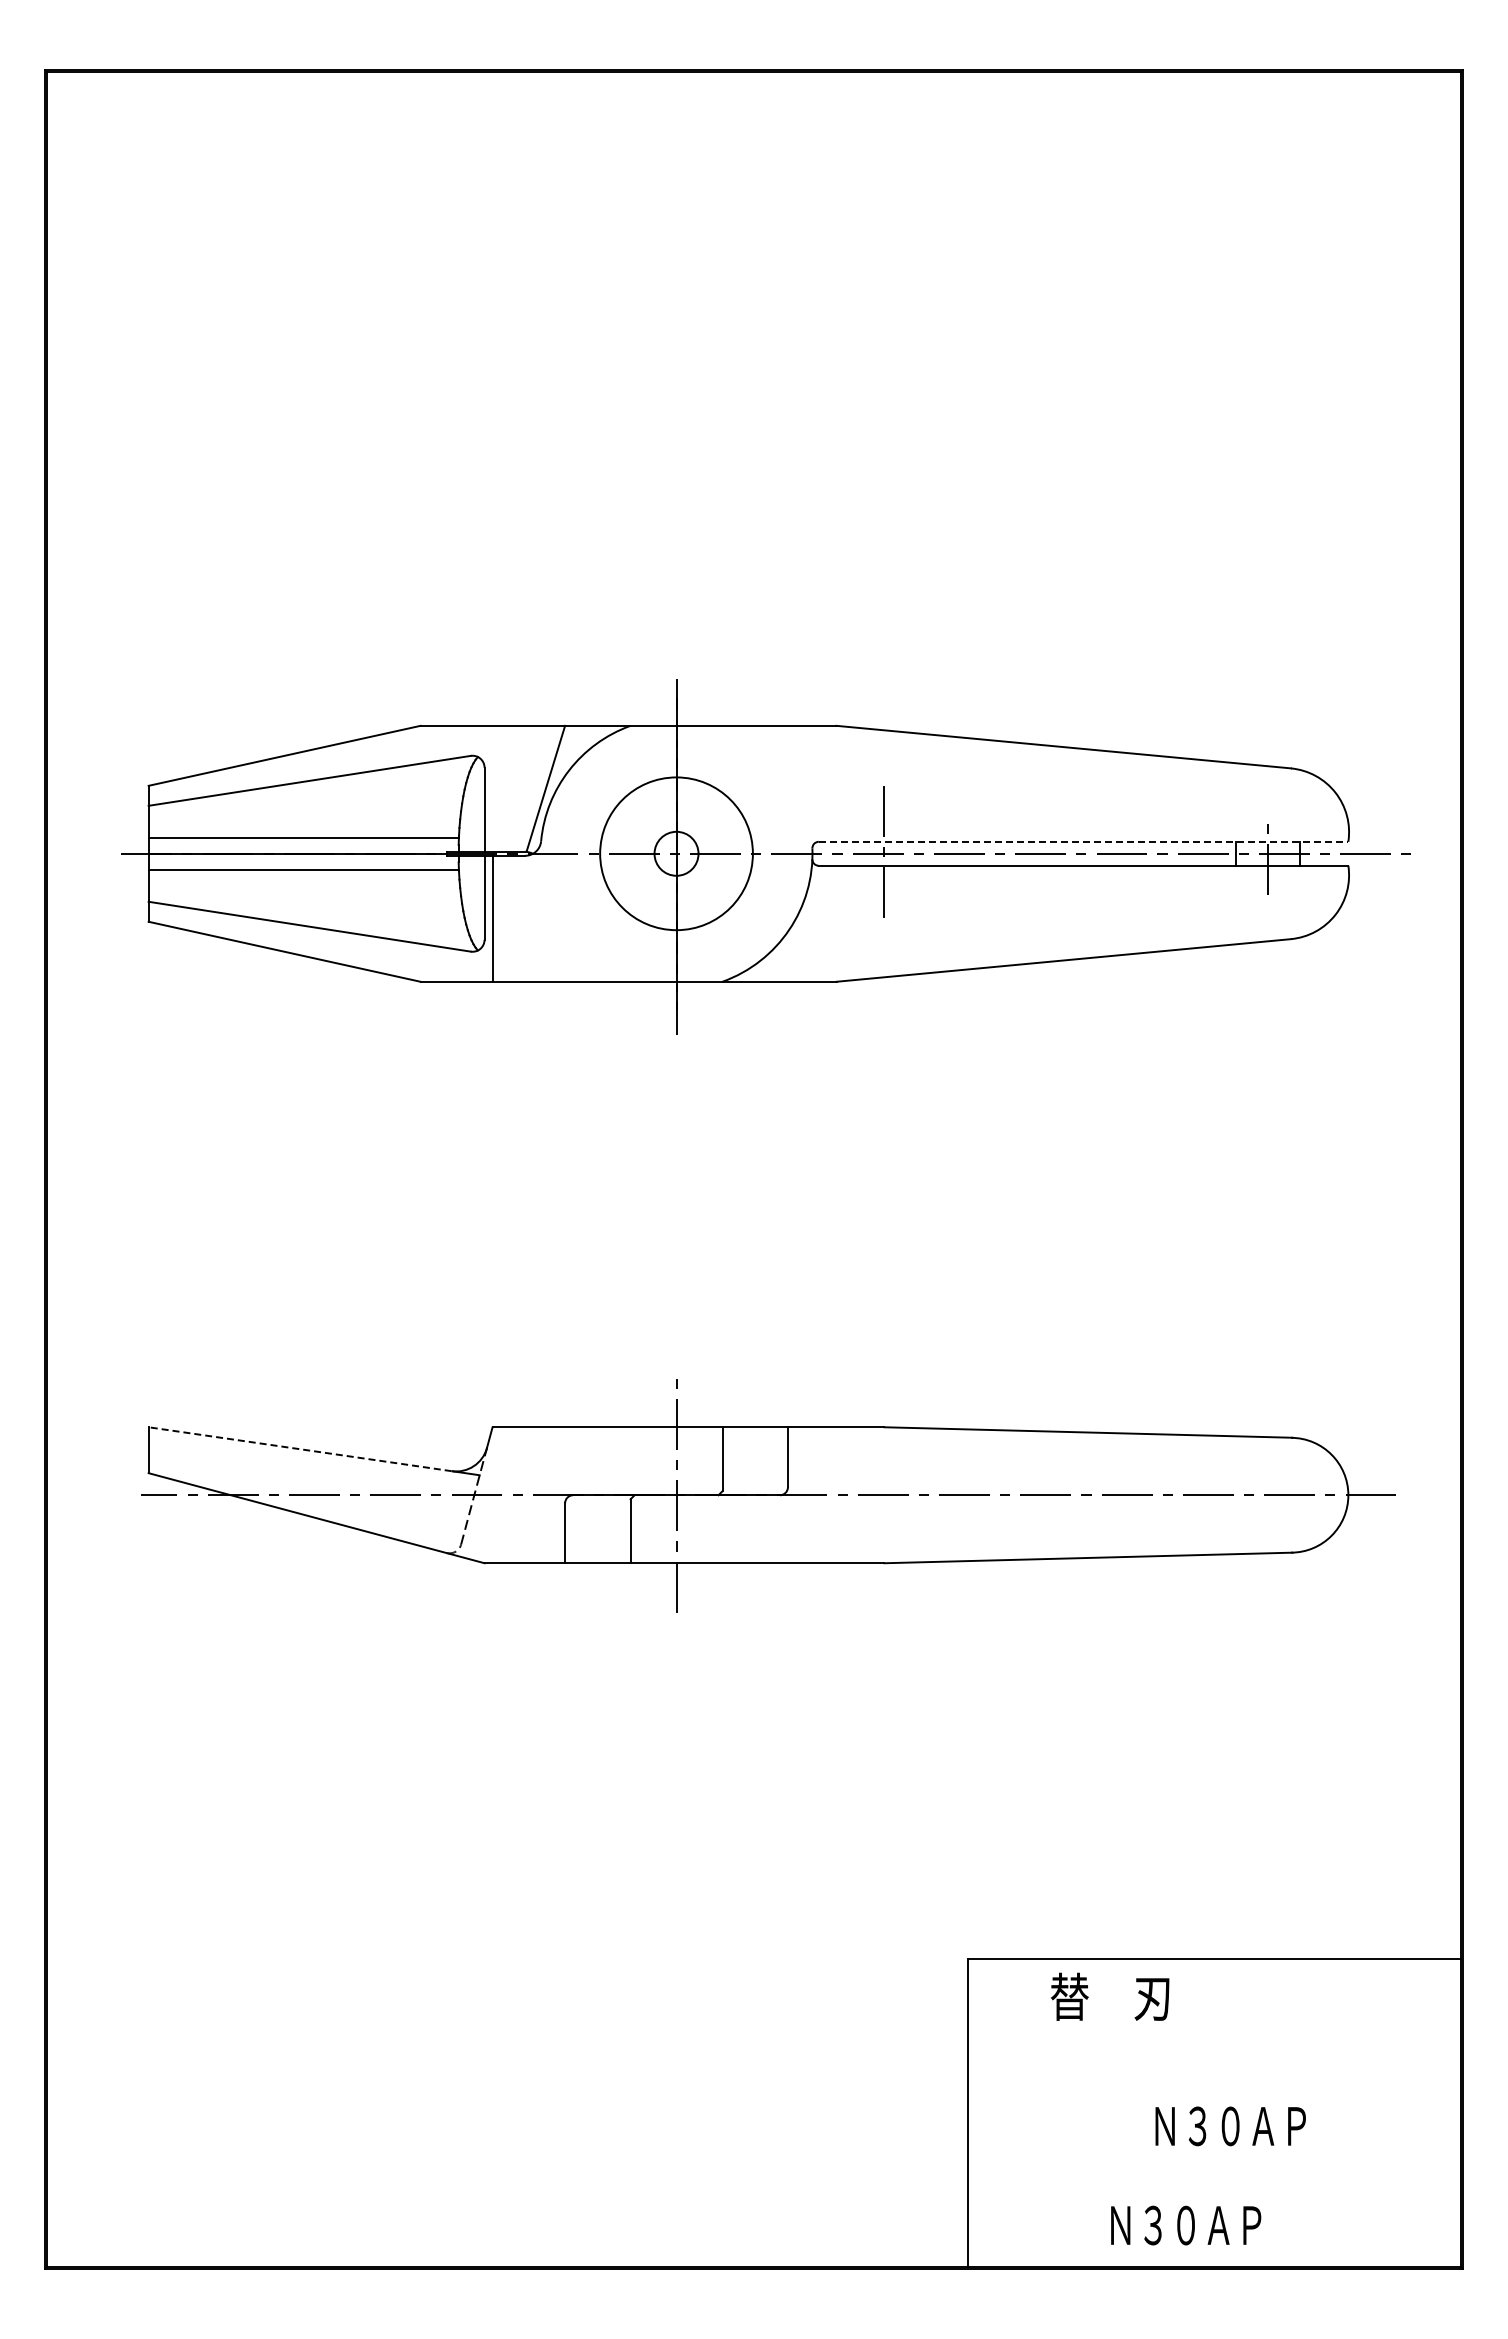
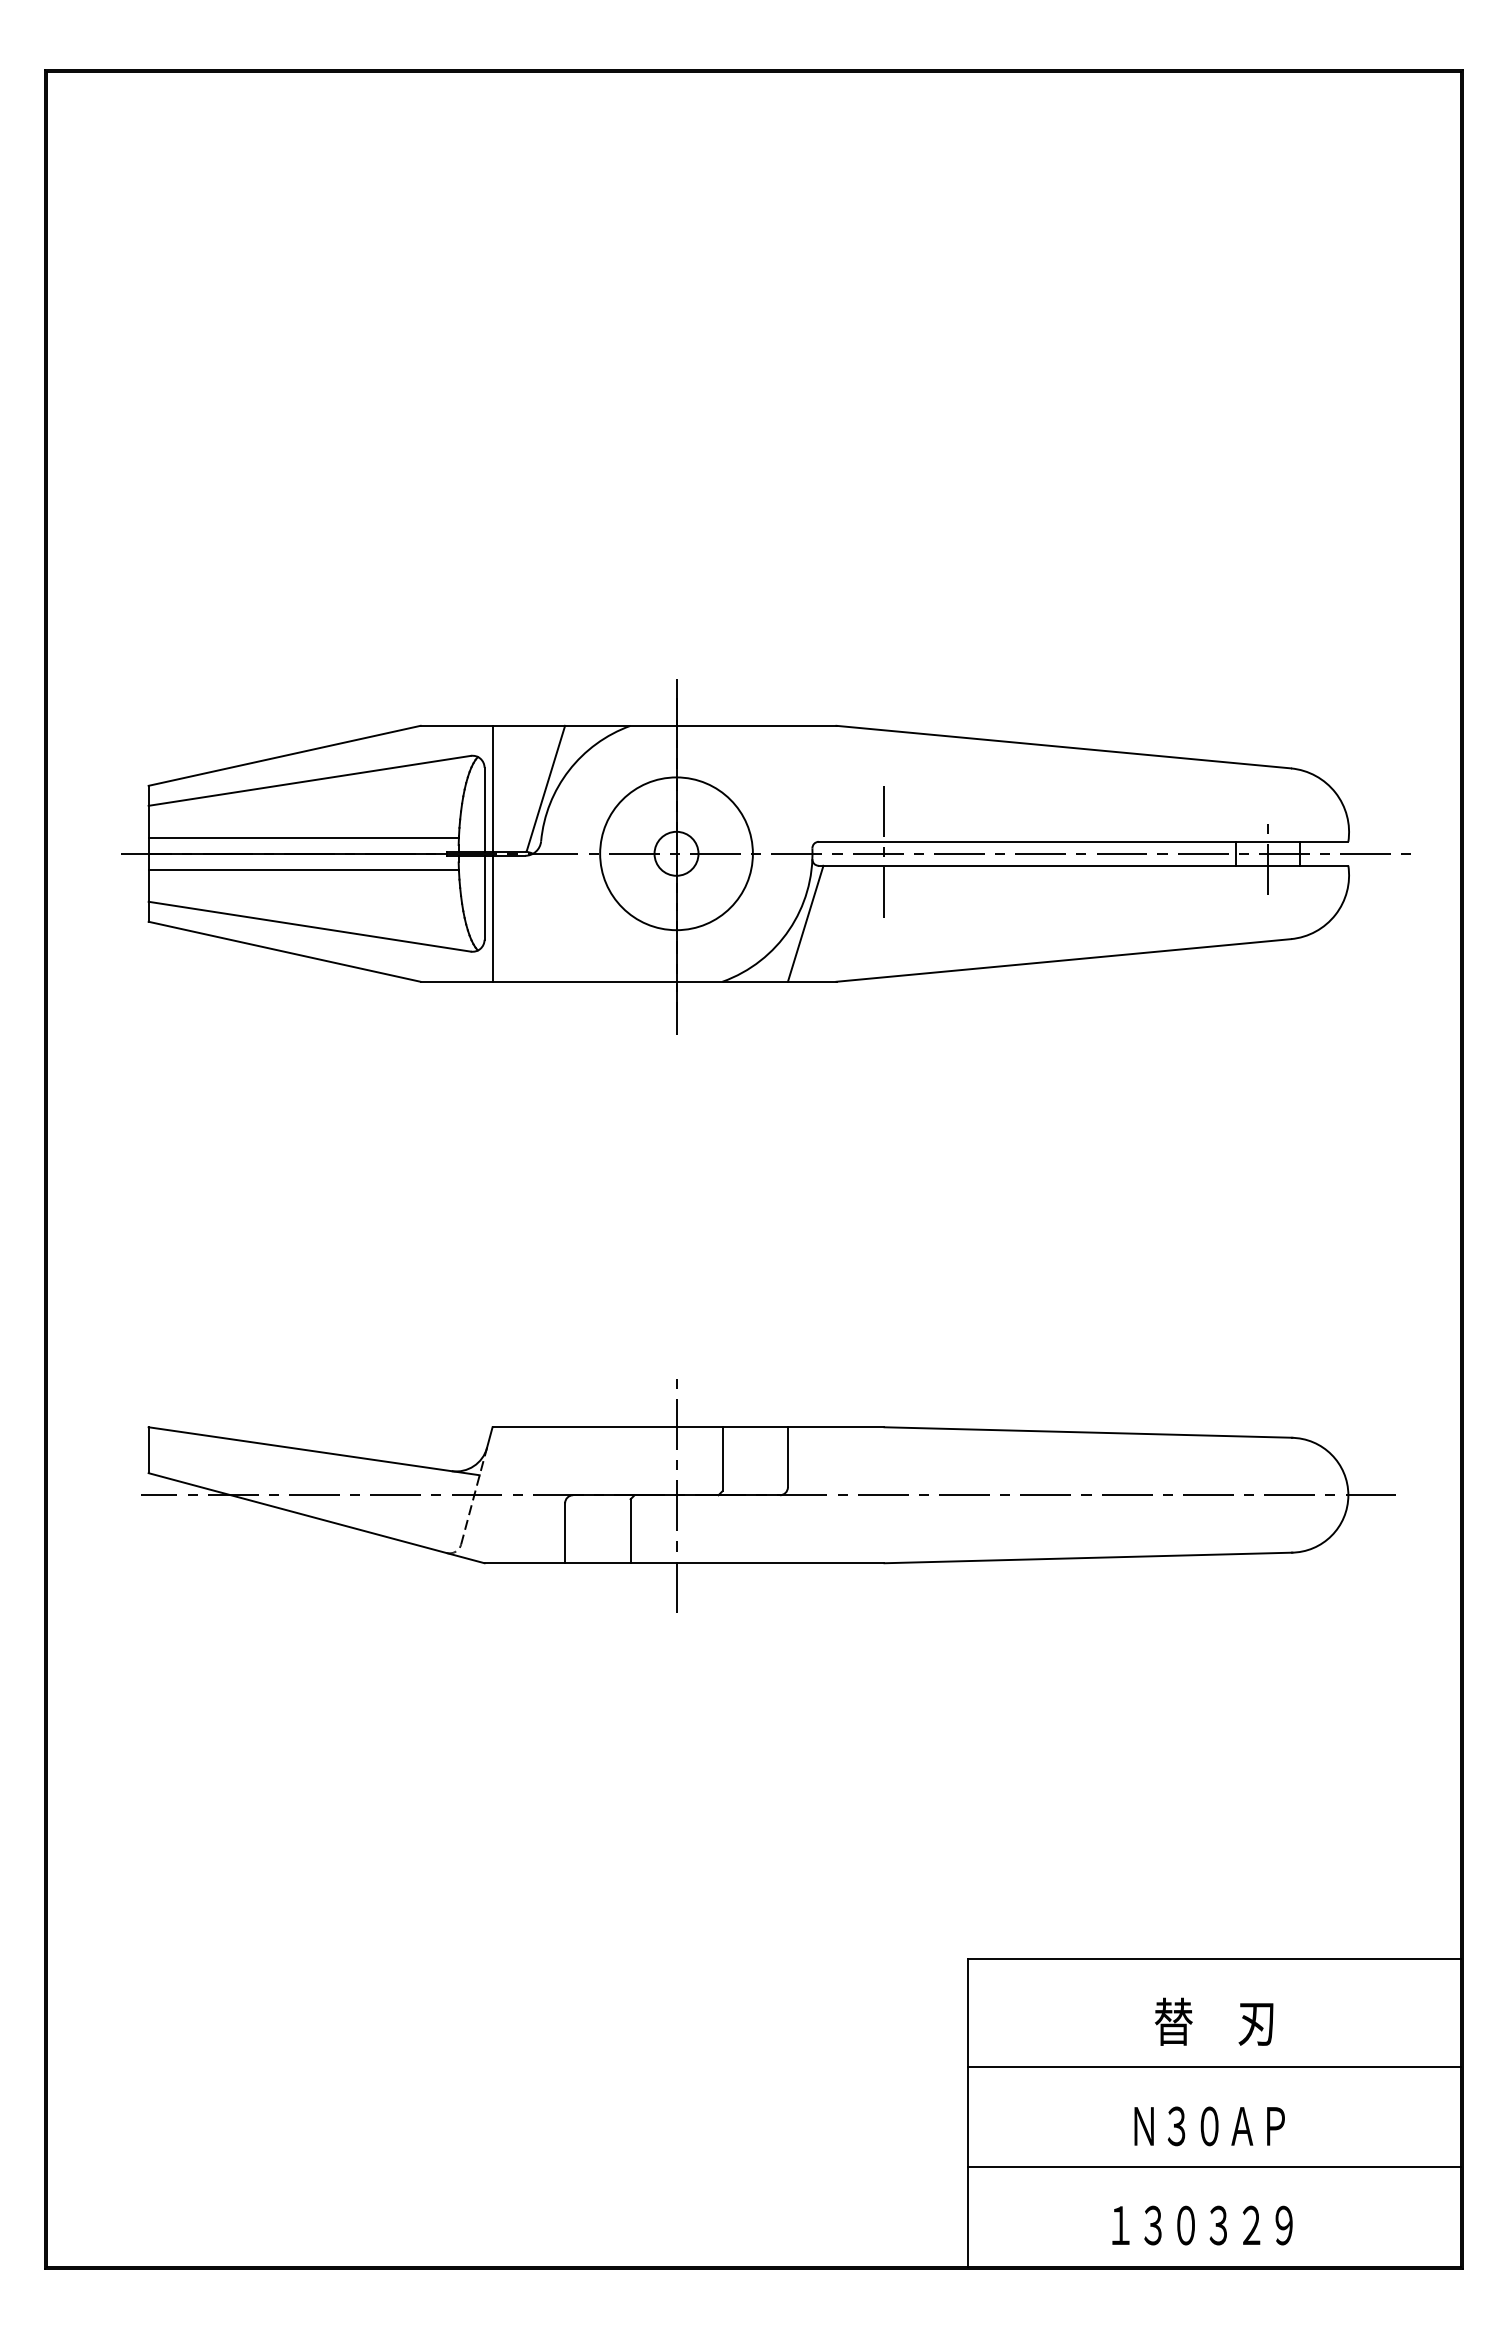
line at (492, 788): none -> present
line at (1083, 841): dashed -> solid
line at (805, 923): none -> present
line at (299, 1449): dashed -> solid
text at (1110, 1996) position: (1110, 1996) -> (1214, 2021)
line at (1214, 2067): none -> present
text at (1230, 2126) position: (1230, 2126) -> (1209, 2126)
line at (1214, 2167): none -> present
text at (1201, 2225): Ｎ３０ＡＰ -> １３０３２９
